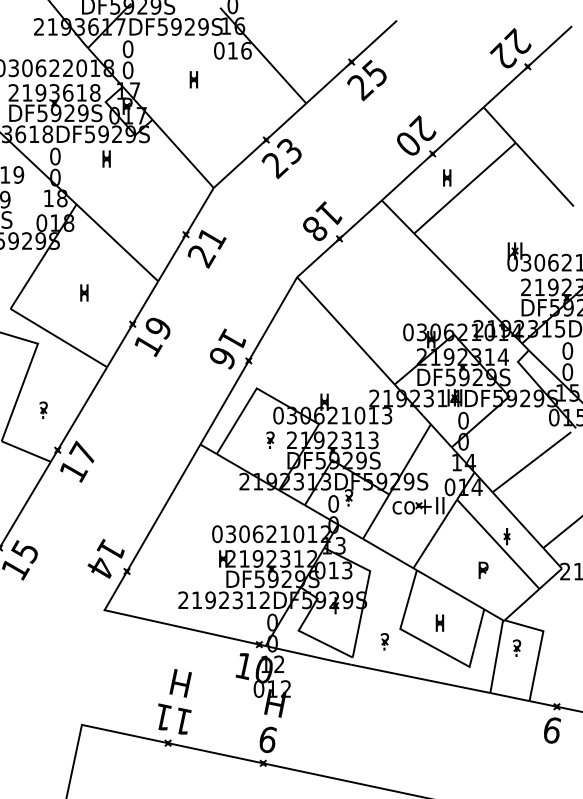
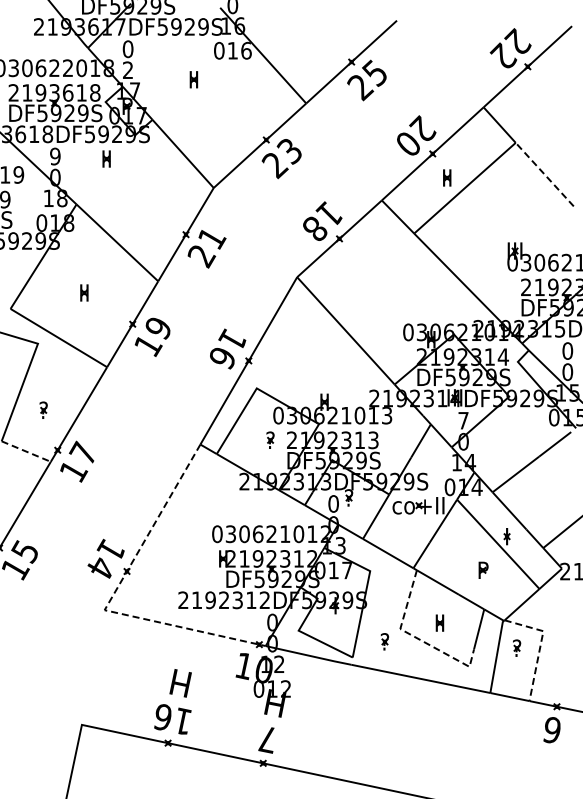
text at (127, 70): 0 -> 2
text at (55, 156): 0 -> 9
line at (544, 174): solid -> dashed
text at (463, 420): 0 -> 7
line at (26, 451): solid -> dashed
text at (347, 570): 013 -> 017
line at (110, 599): solid -> dashed
line at (416, 637): solid -> dashed
line at (540, 645): solid -> dashed
text at (162, 716): 11 -> 16
text at (552, 730): 6 -> 9
text at (267, 739): 9 -> 7
